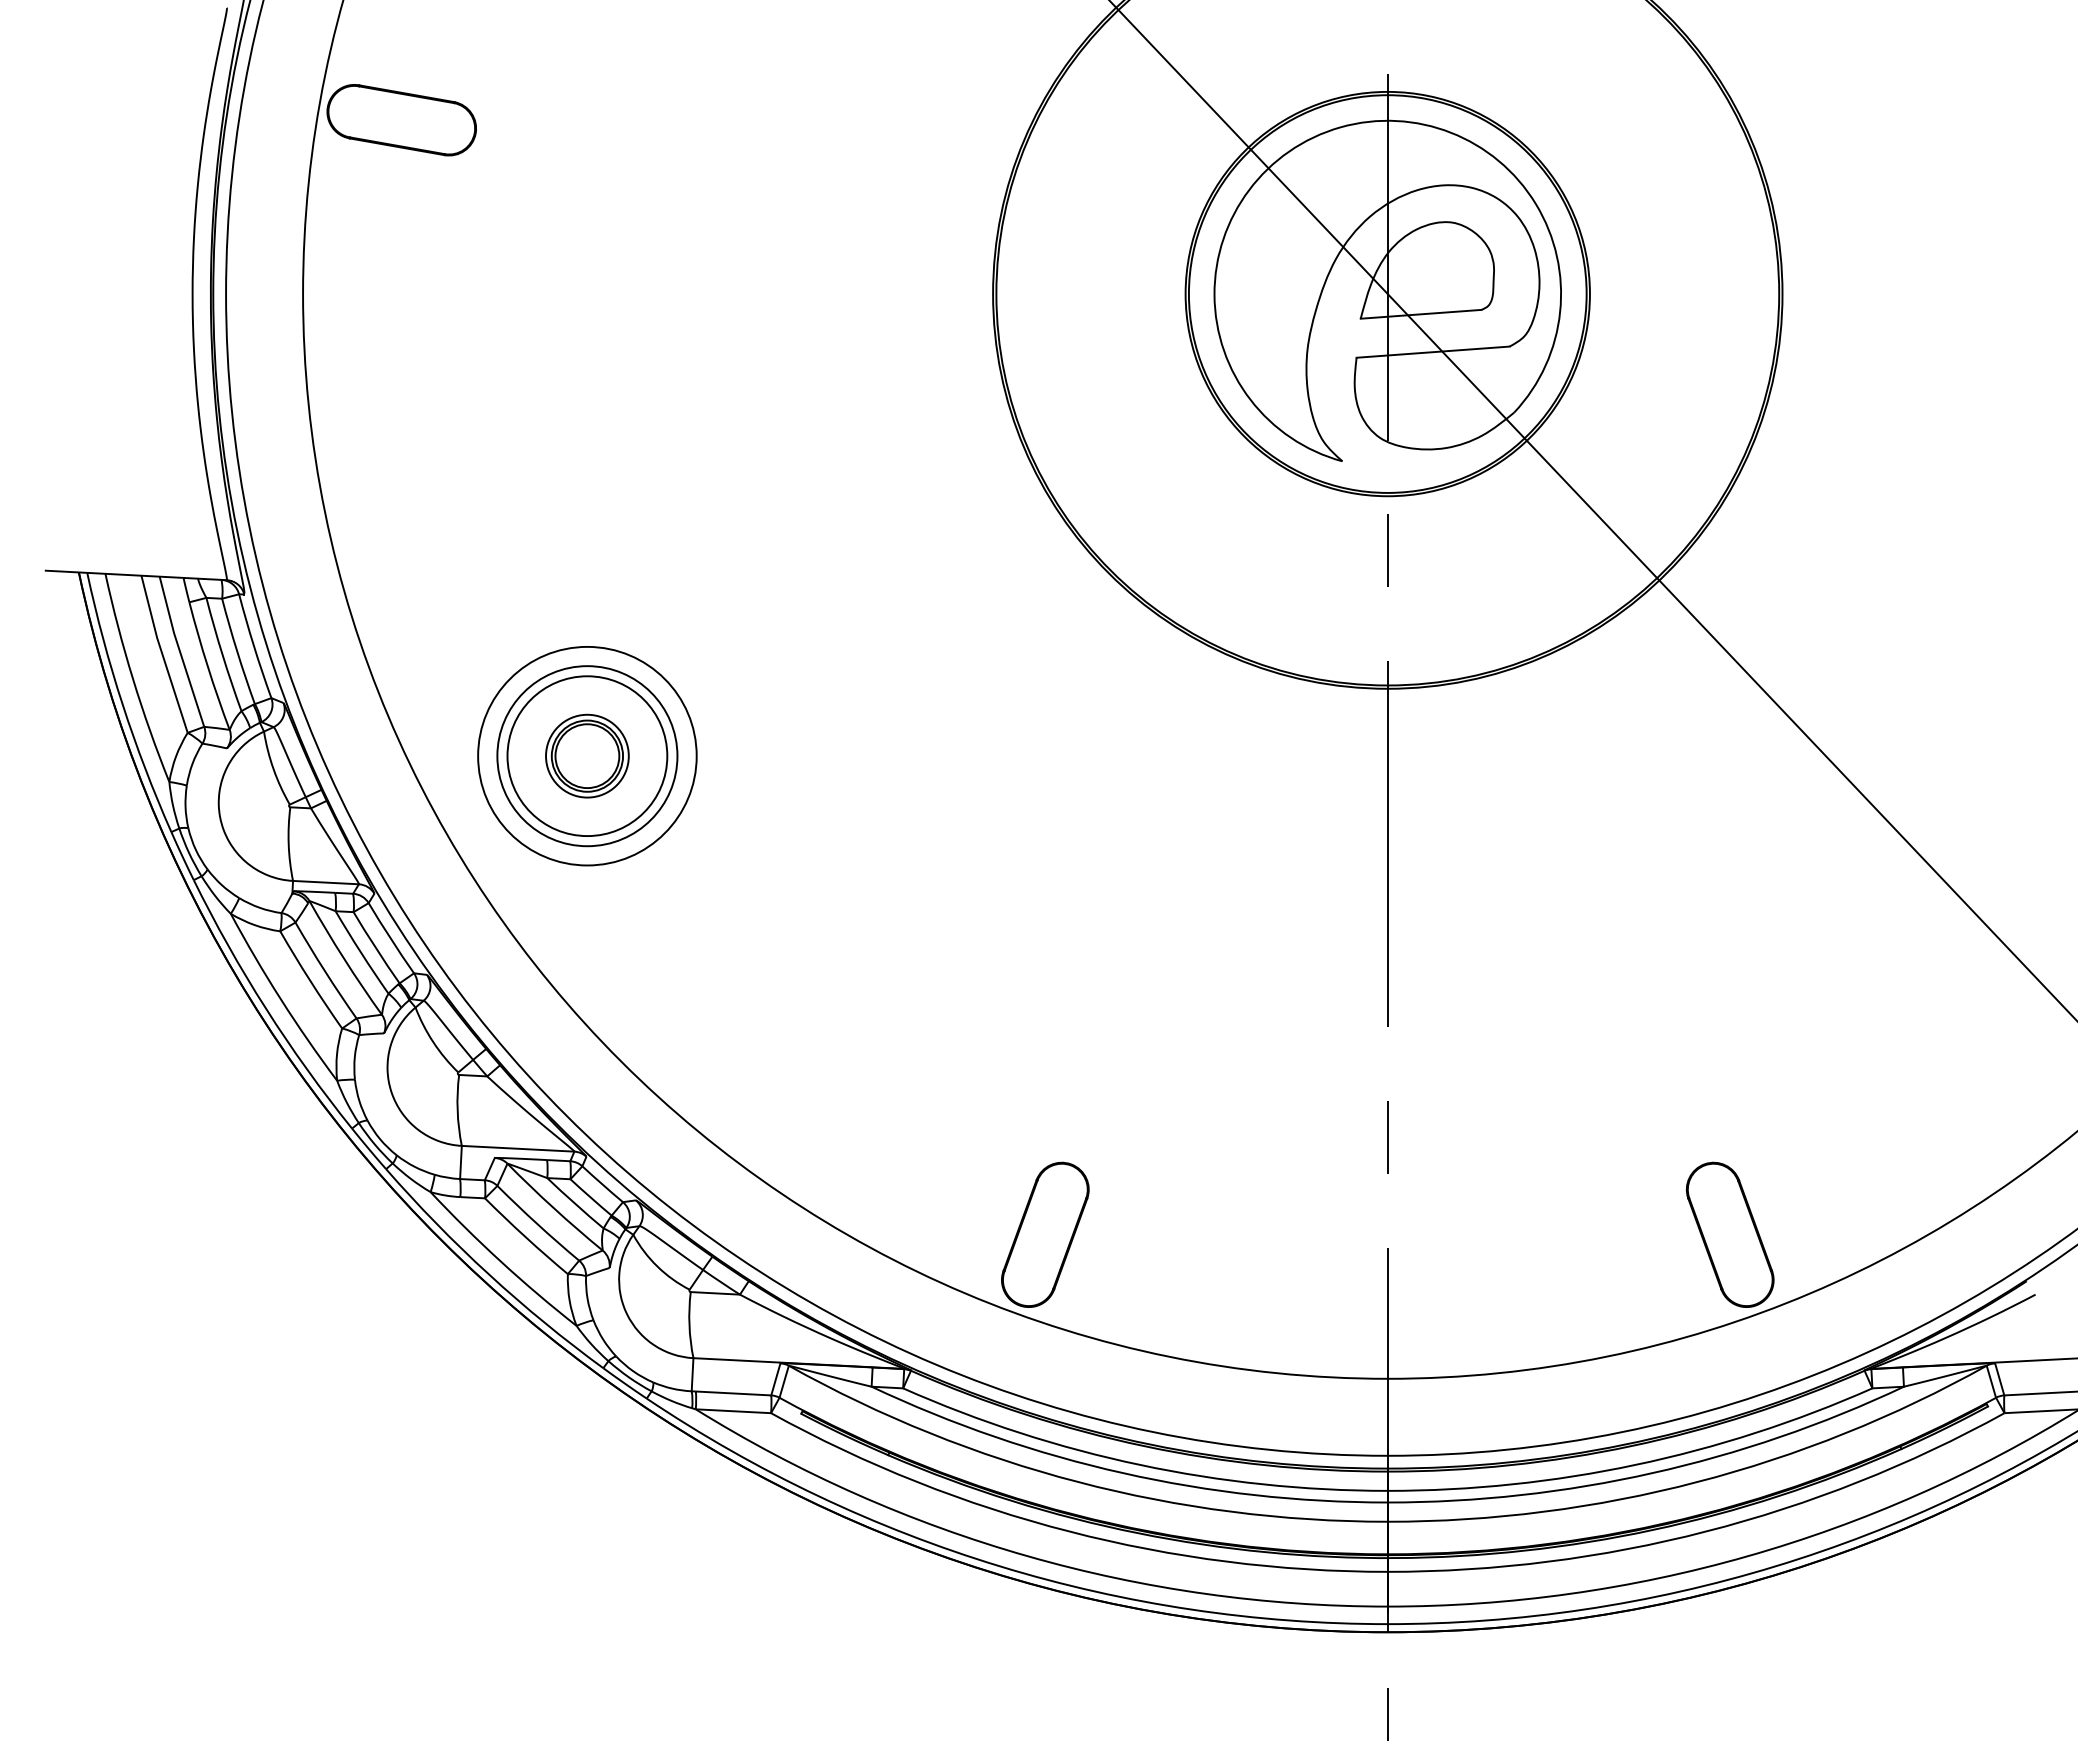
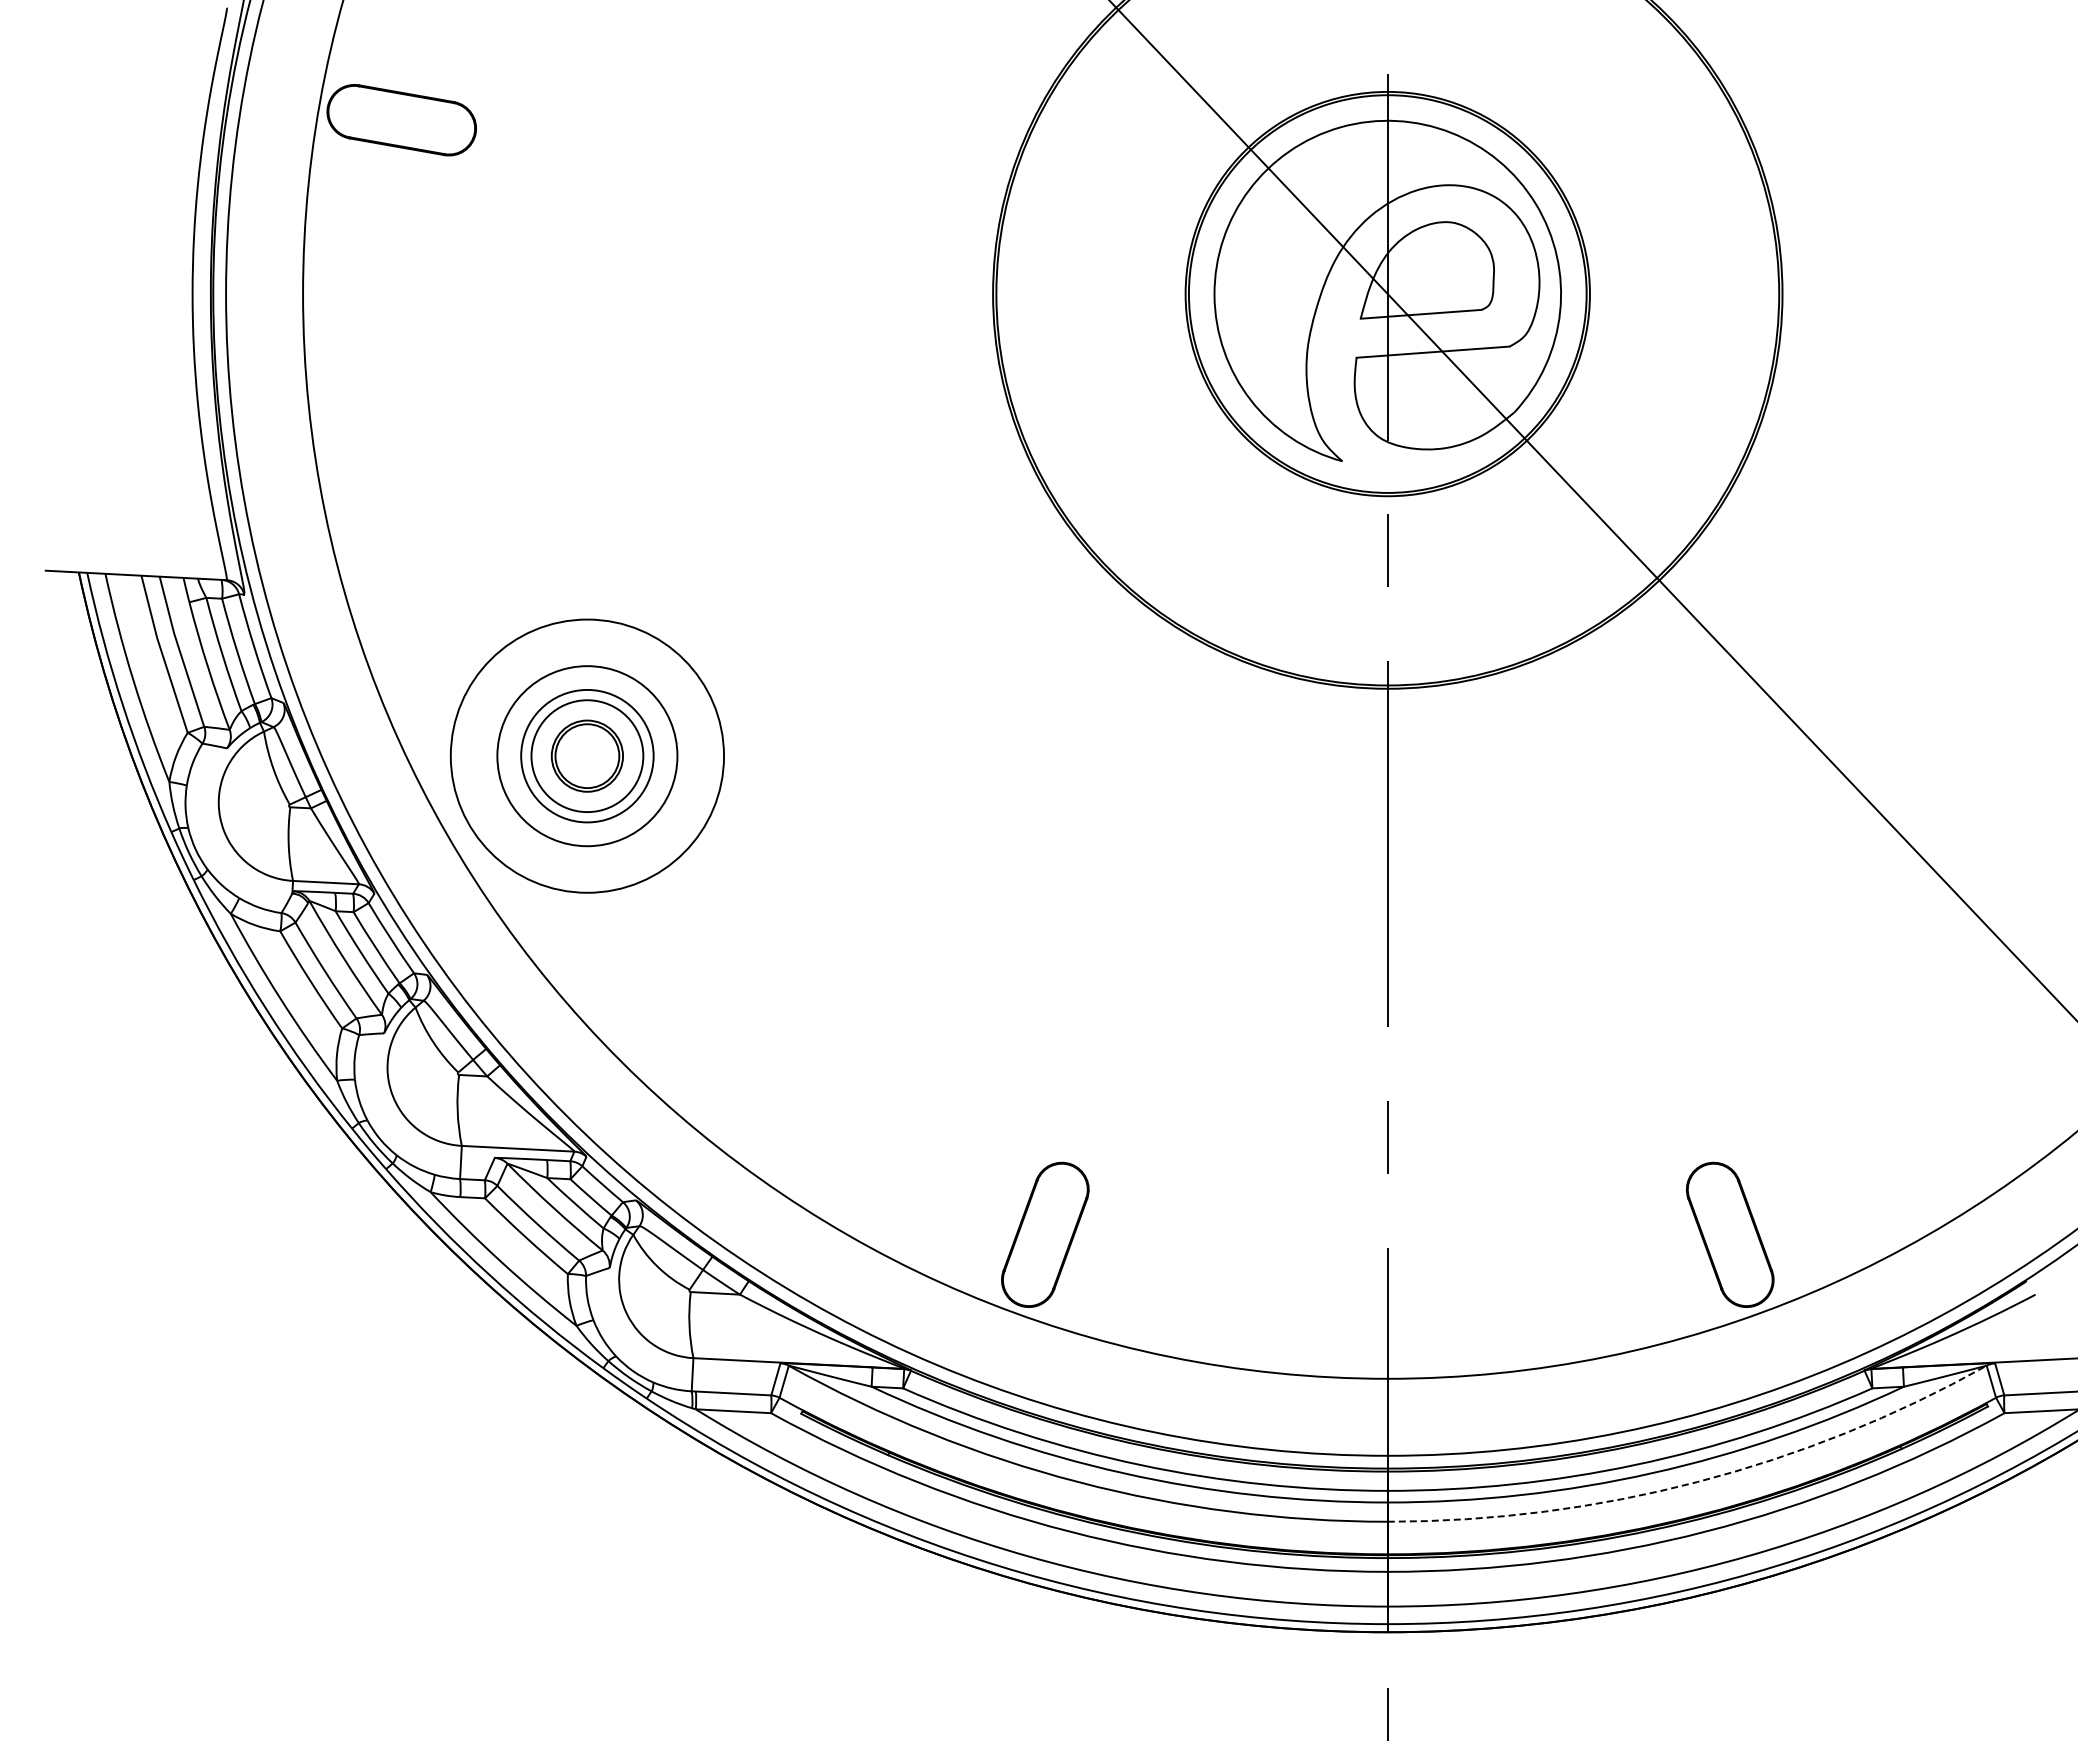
circle at (587, 755) diameter: 219 px -> 273 px
circle at (587, 755) diameter: 83 px -> 132 px
circle at (587, 756) diameter: 160 px -> 112 px
arc at (1697, 1482): solid -> dashed
